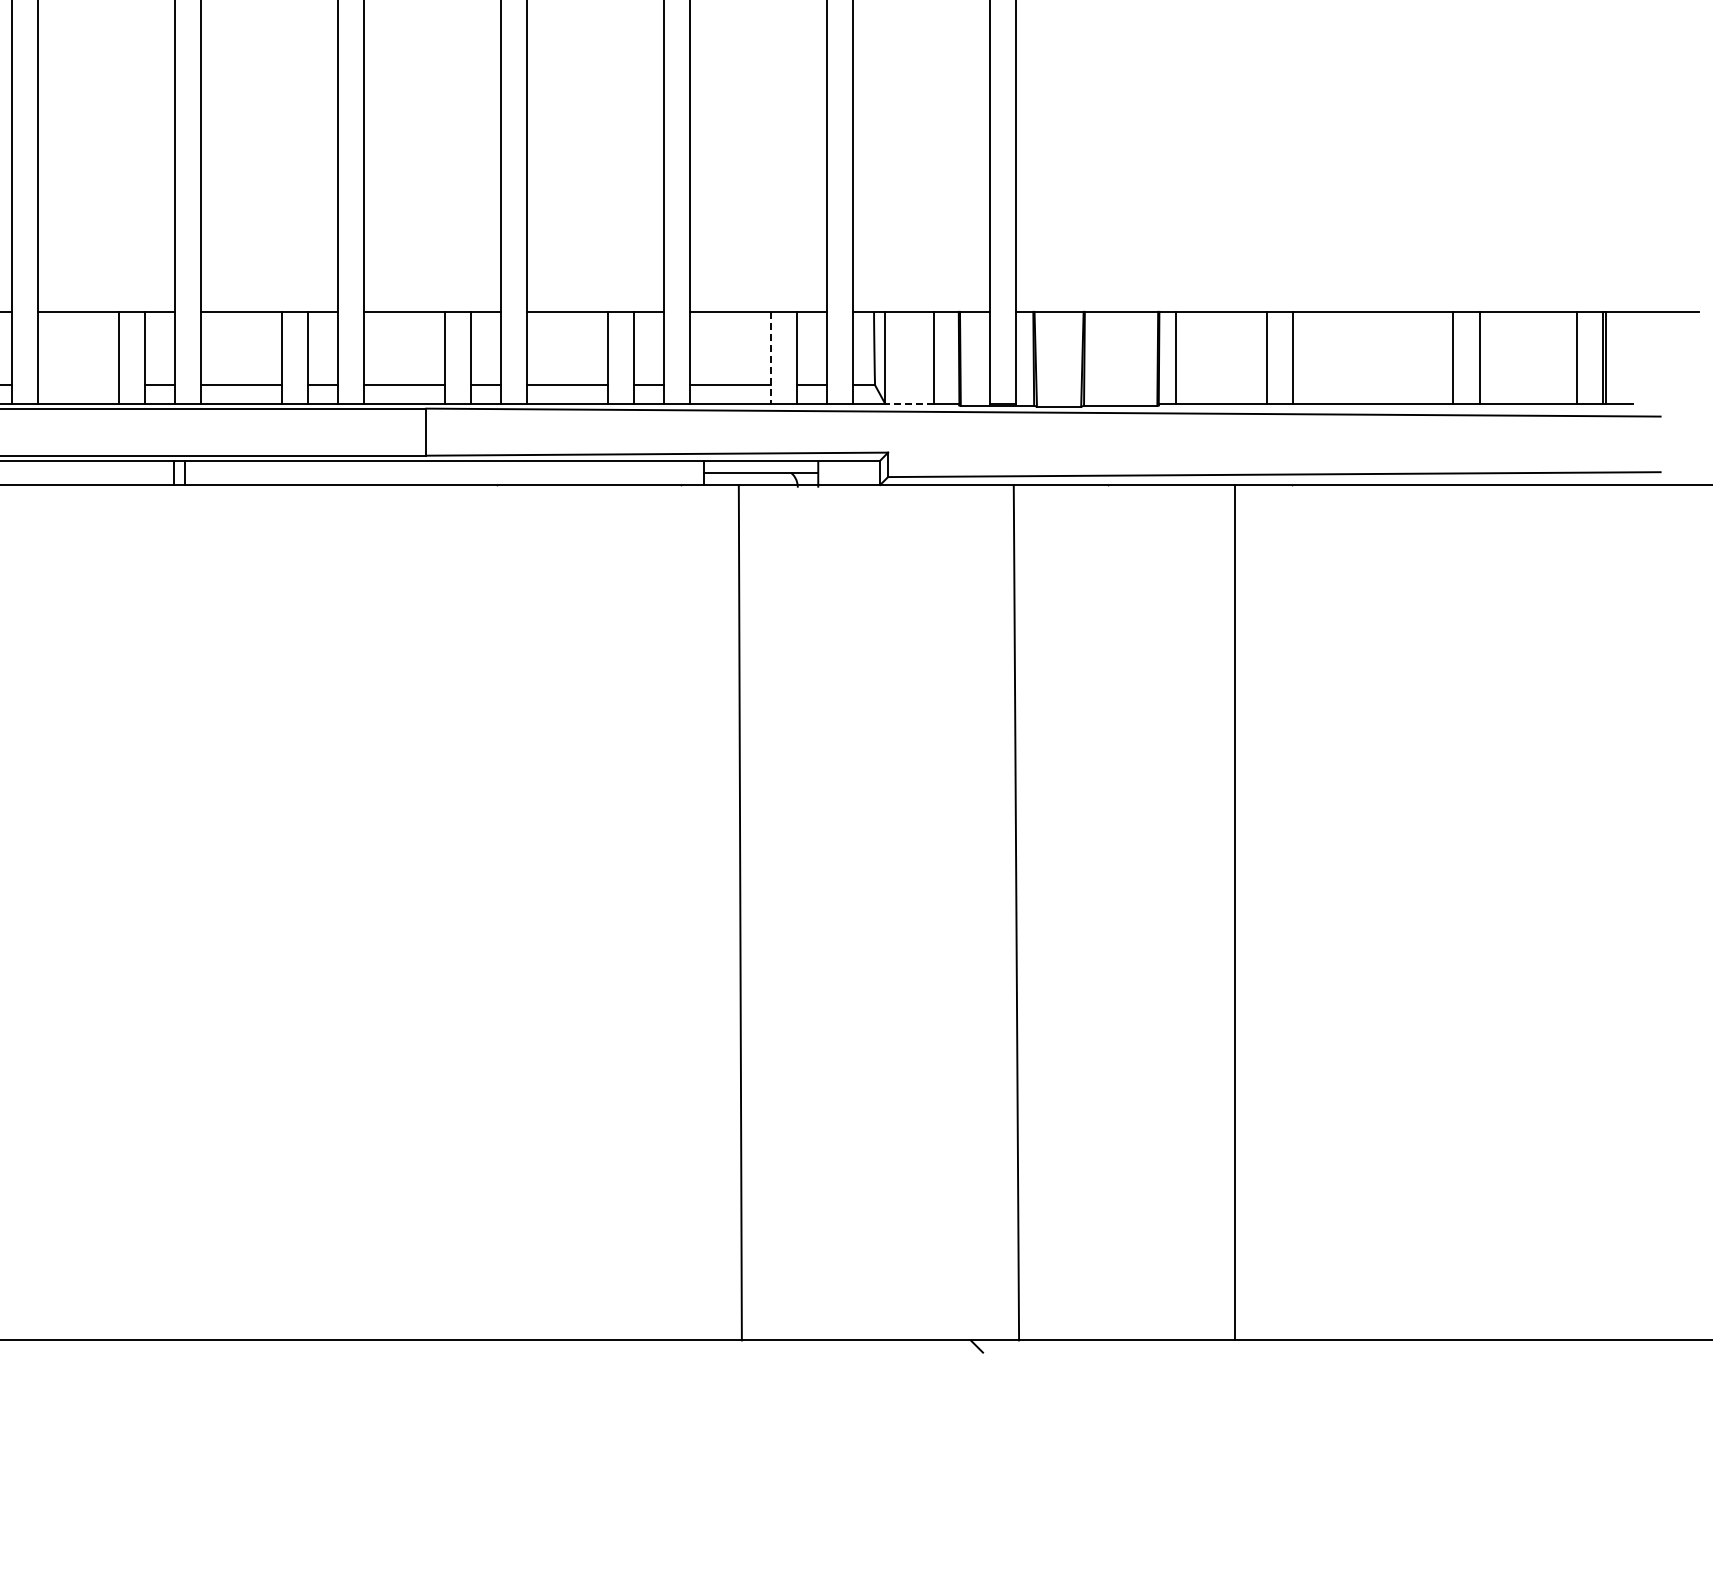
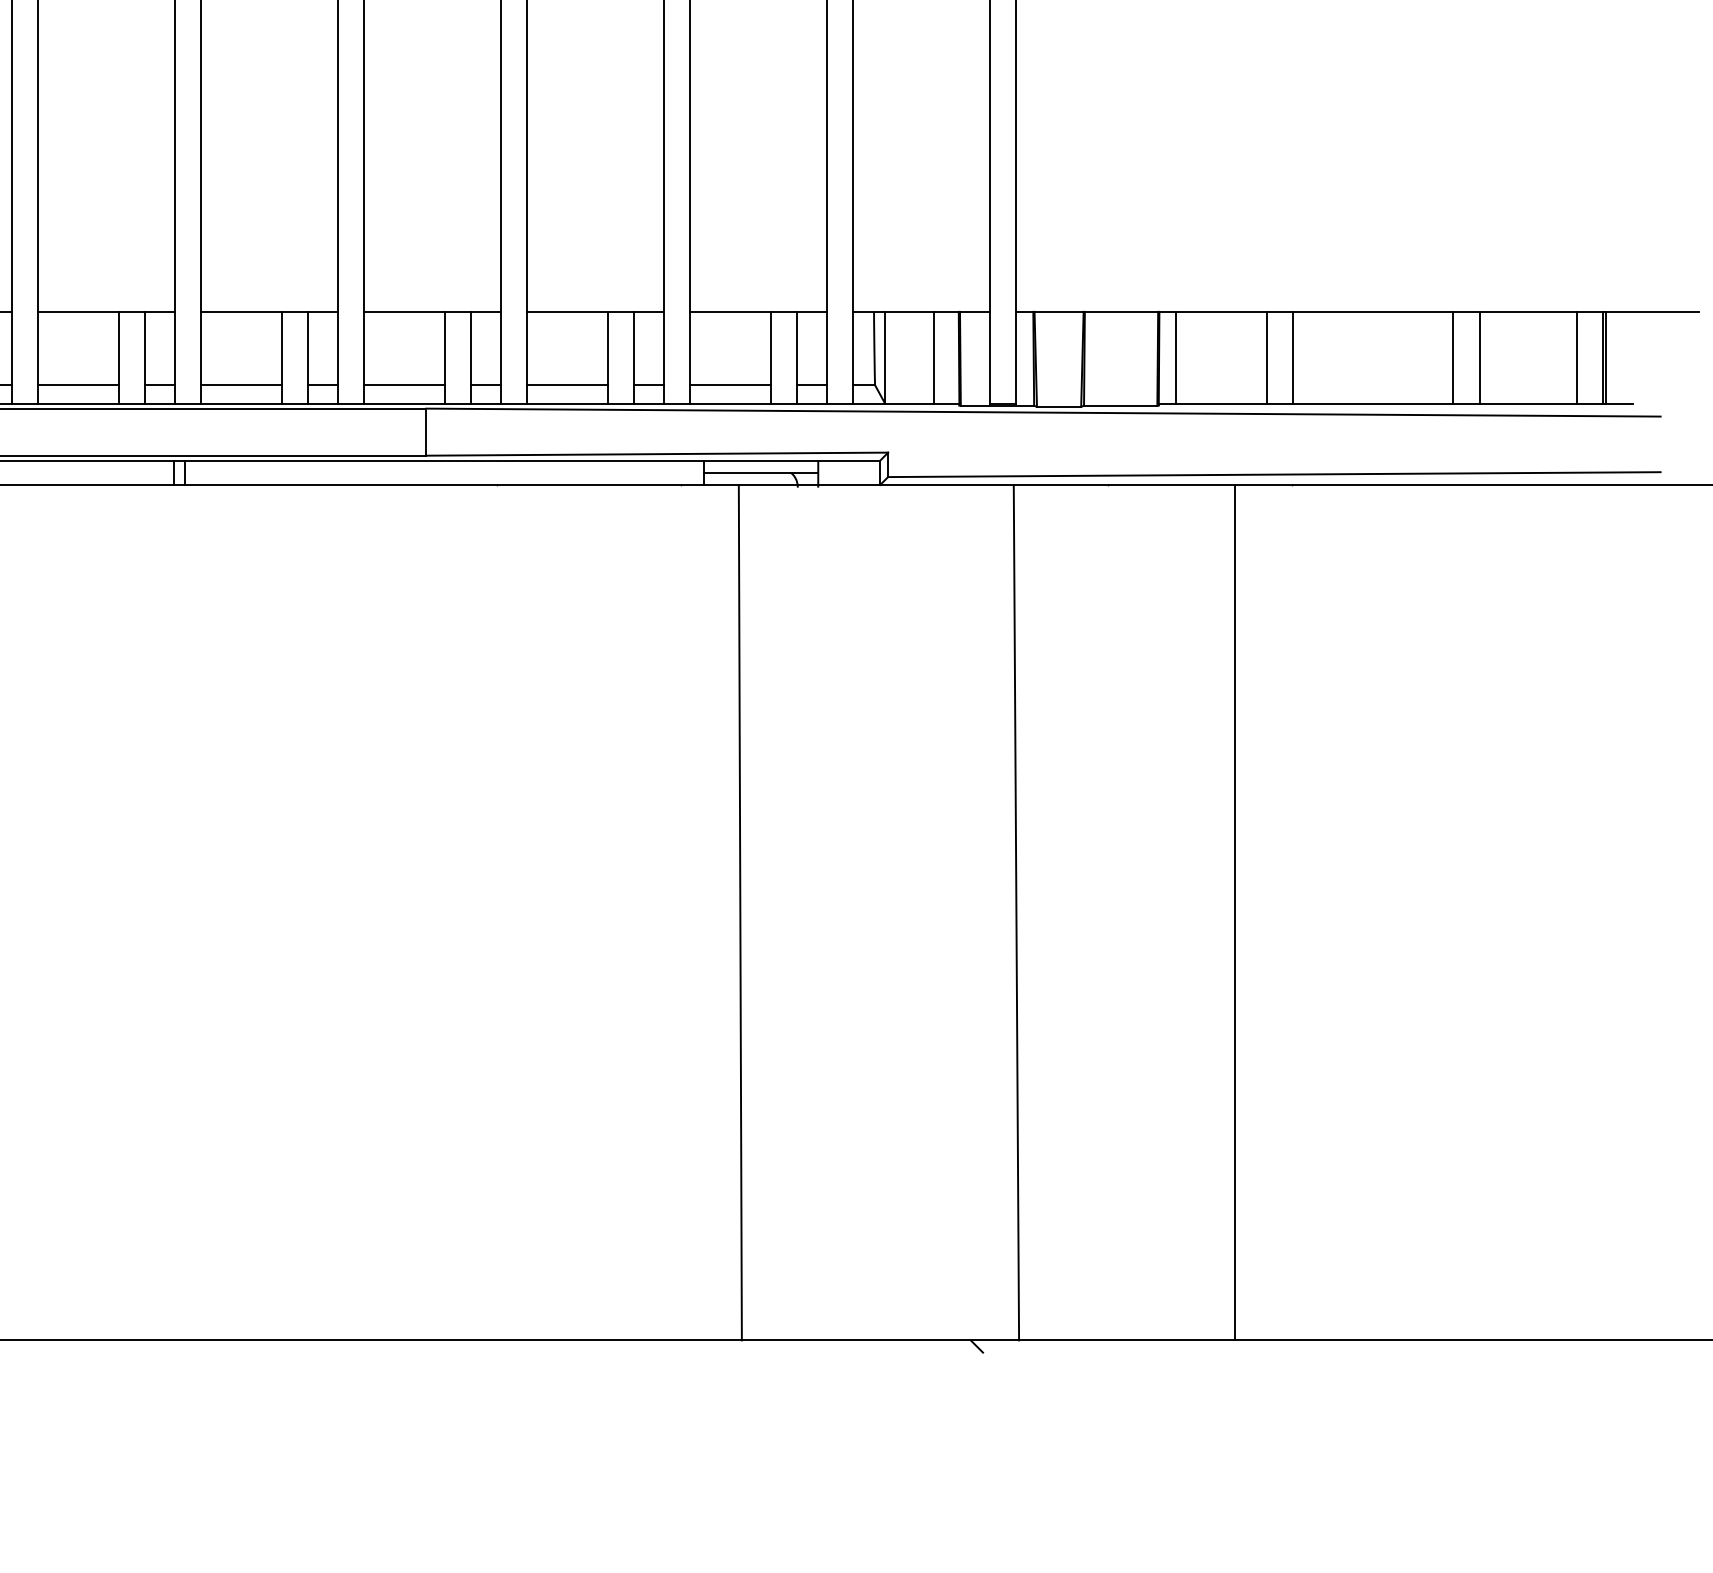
line at (770, 357): dashed -> solid
line at (78, 385): none -> present
line at (908, 403): dashed -> solid
